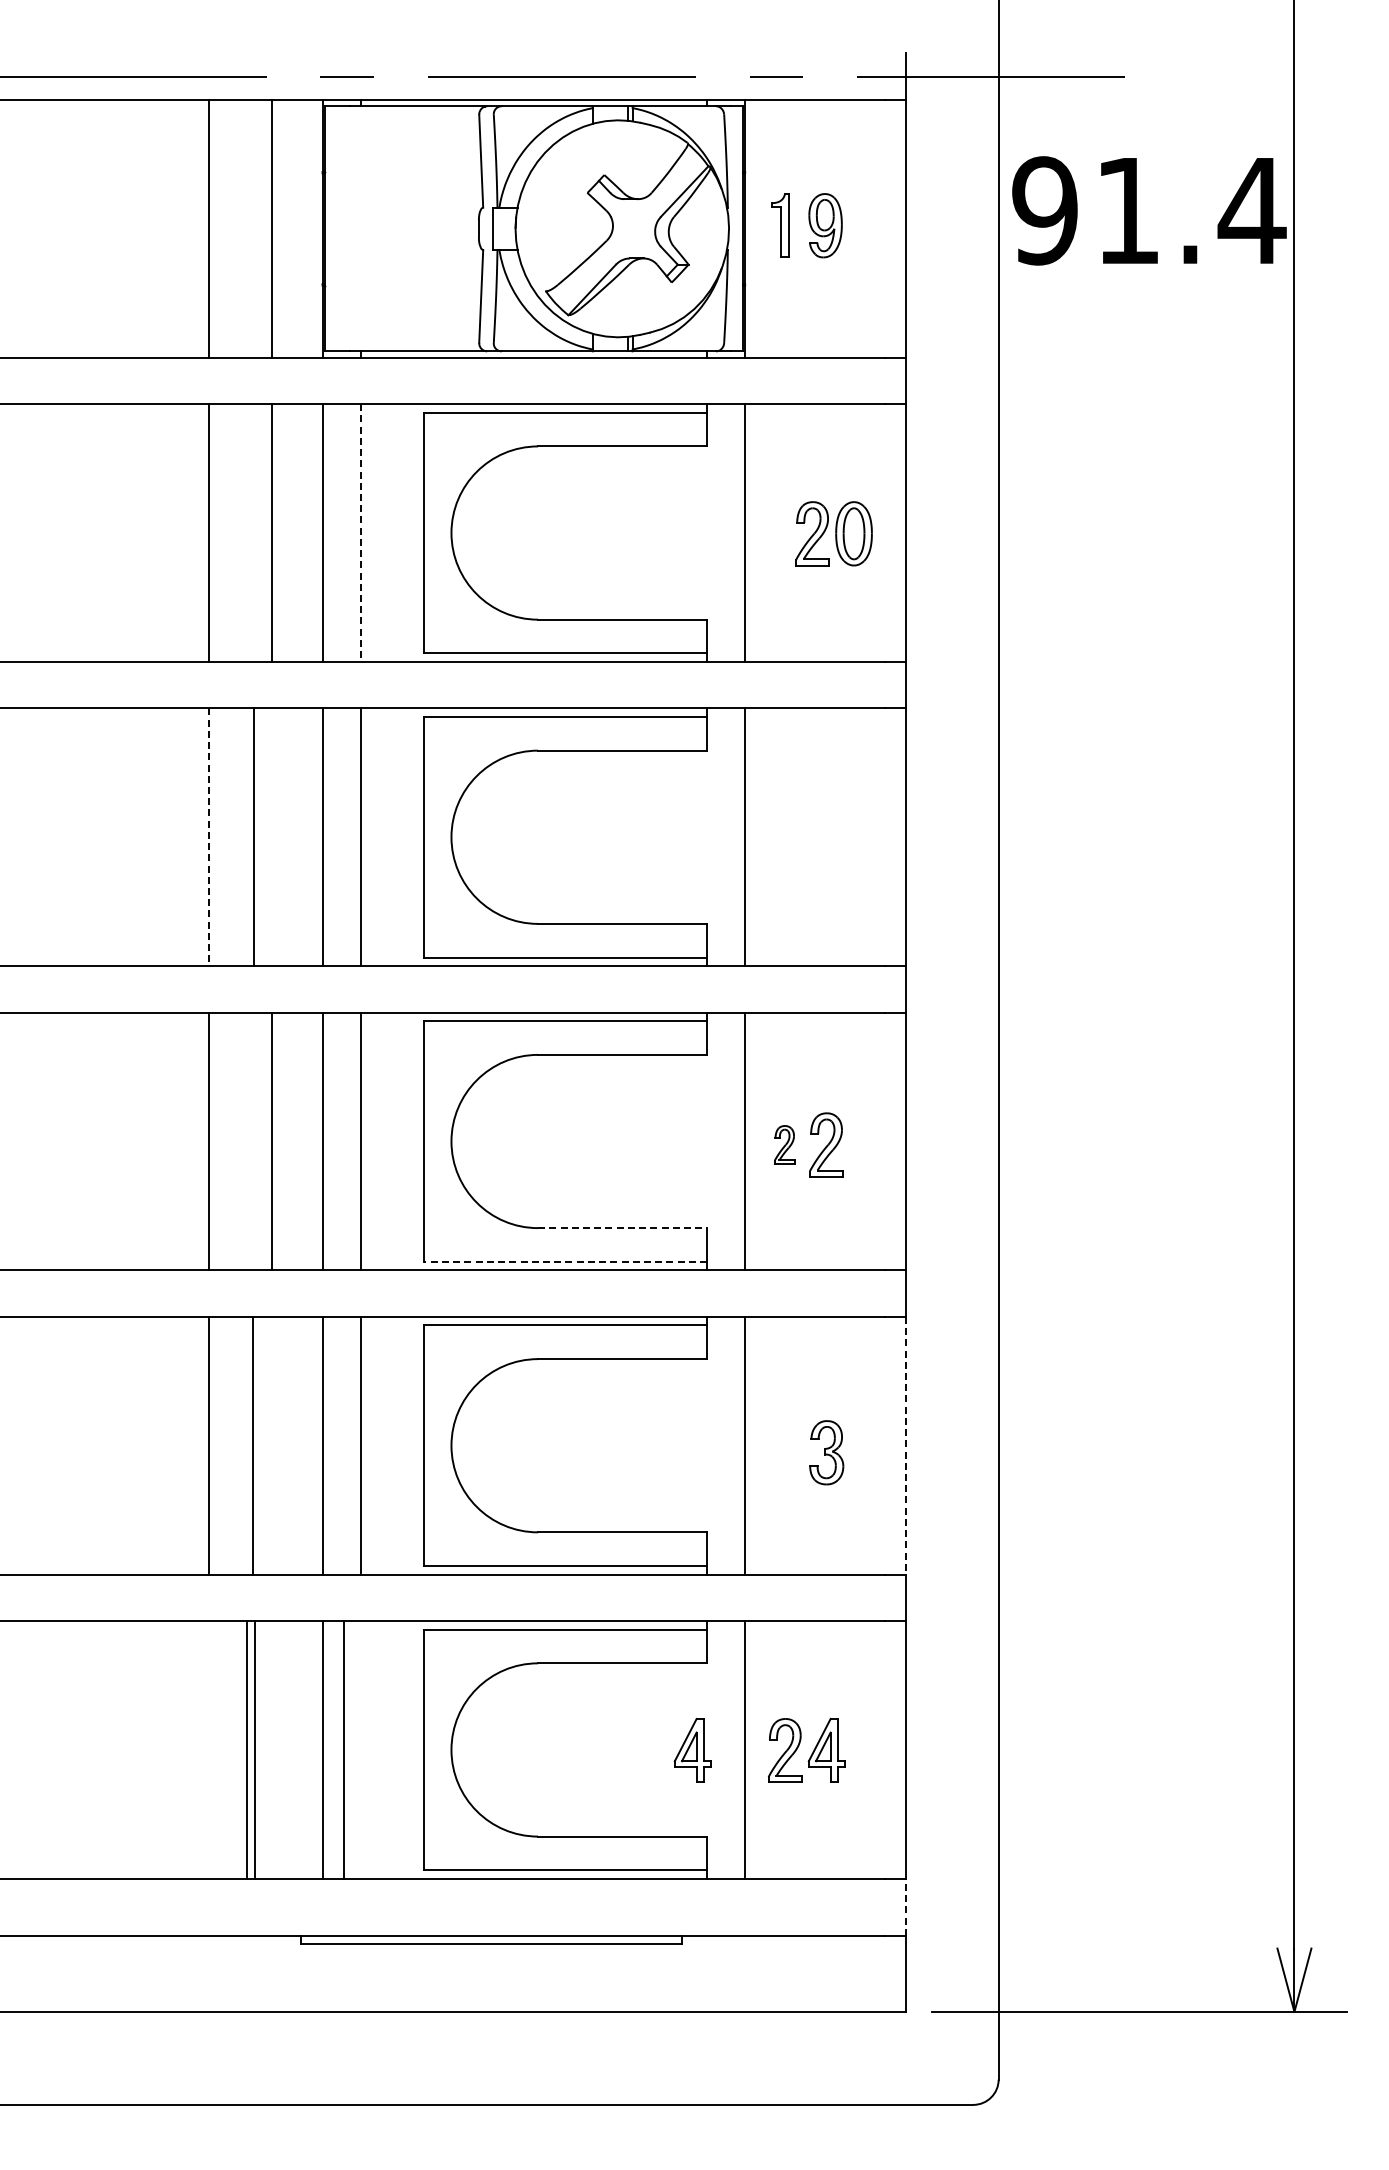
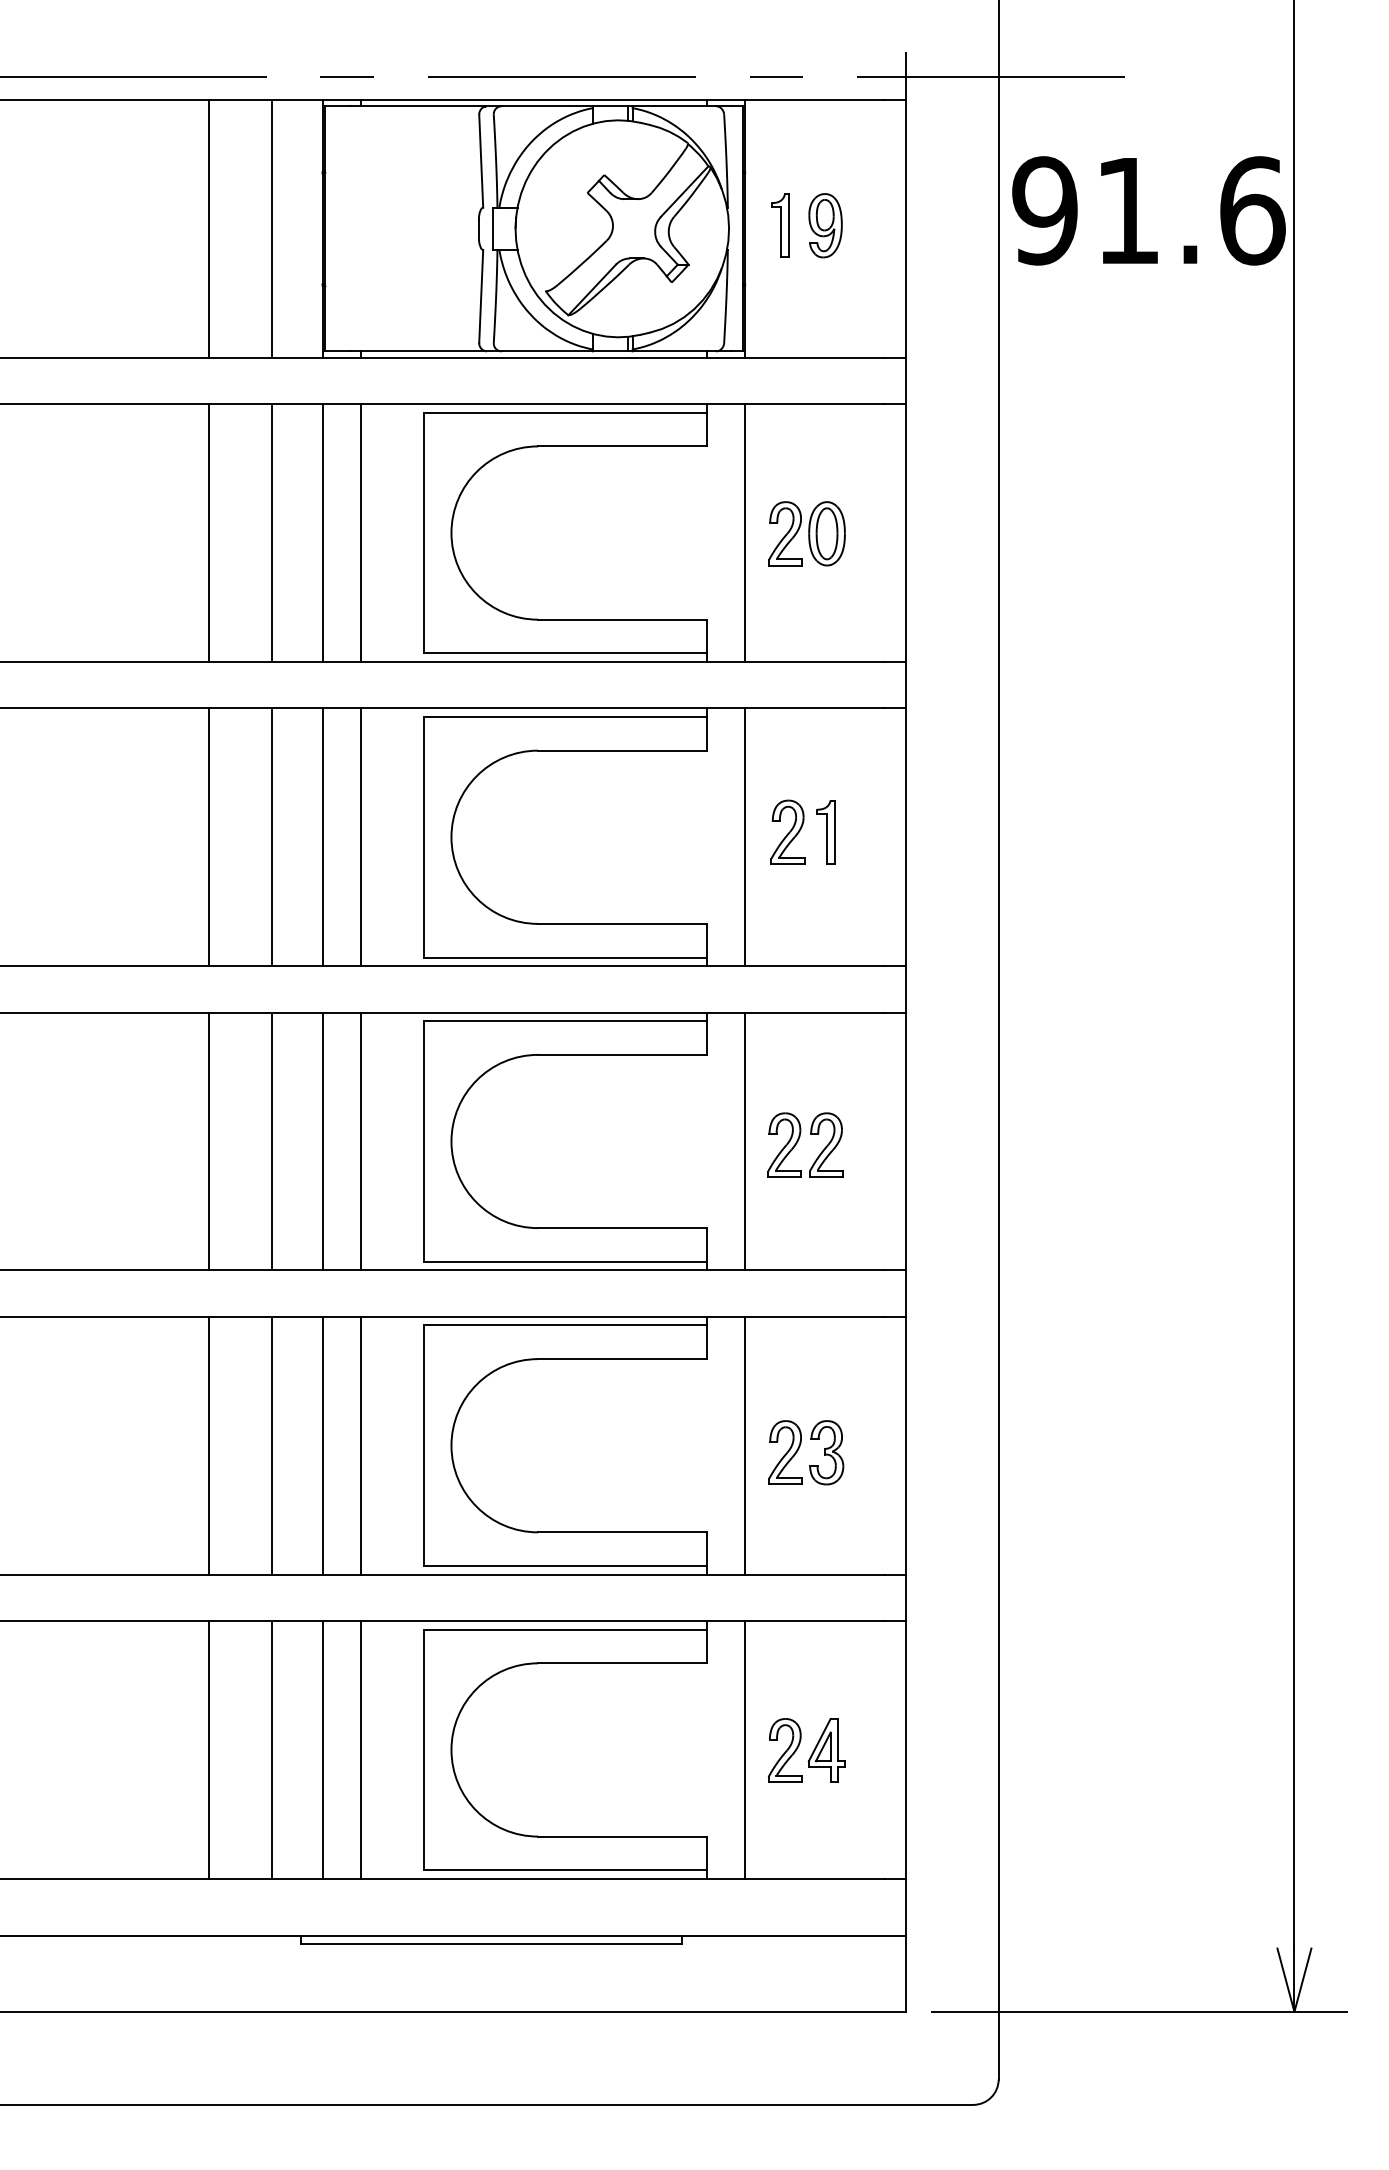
text at (1251, 210): 91.4 -> 91.6
line at (360, 533): dashed -> solid
part at (833, 533) position: (833, 533) -> (806, 533)
part at (787, 831): none -> present
part at (825, 832): none -> present
line at (208, 837): dashed -> solid
line at (253, 837) position: (253, 837) -> (271, 837)
part at (784, 1144) size: 22x40 px -> 35x66 px
line at (622, 1228): dashed -> solid
line at (565, 1261): dashed -> solid
line at (252, 1445) position: (252, 1445) -> (271, 1445)
line at (905, 1445): dashed -> solid
part at (785, 1452): none -> present
line at (246, 1749) position: (246, 1749) -> (208, 1749)
line at (254, 1749) position: (254, 1749) -> (271, 1749)
line at (343, 1749) position: (343, 1749) -> (360, 1749)
part at (692, 1750): present -> none
line at (905, 1907): dashed -> solid
